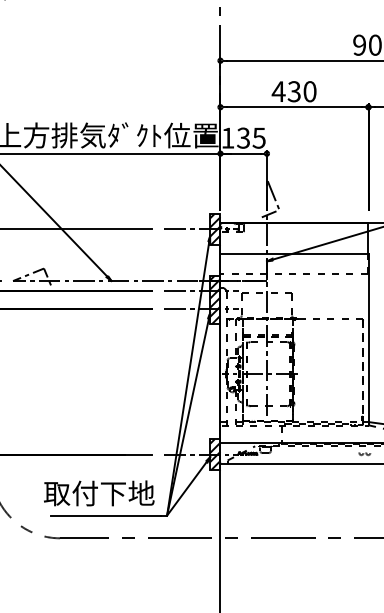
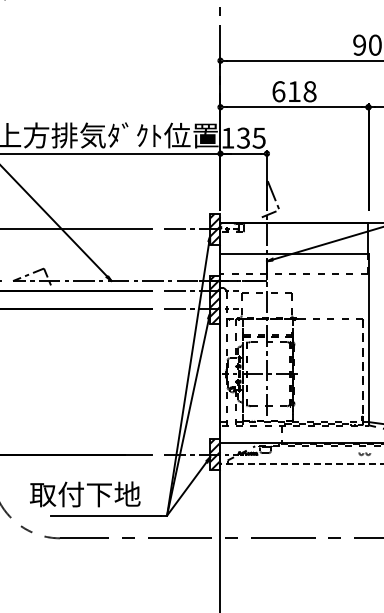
text at (293, 91): 430 -> 618
line at (301, 463): solid -> dashed
text at (99, 493) position: (99, 493) -> (85, 494)
